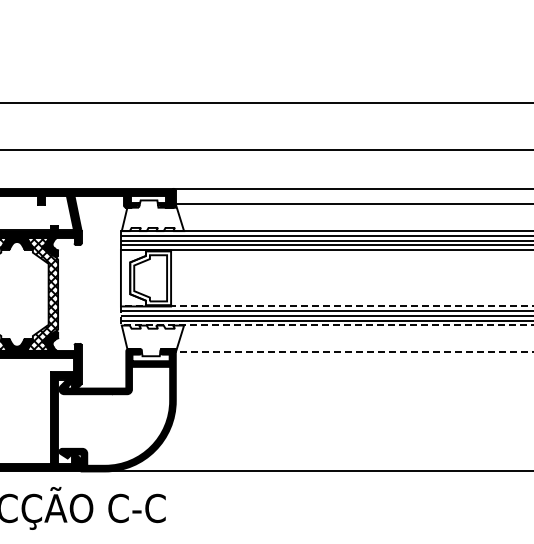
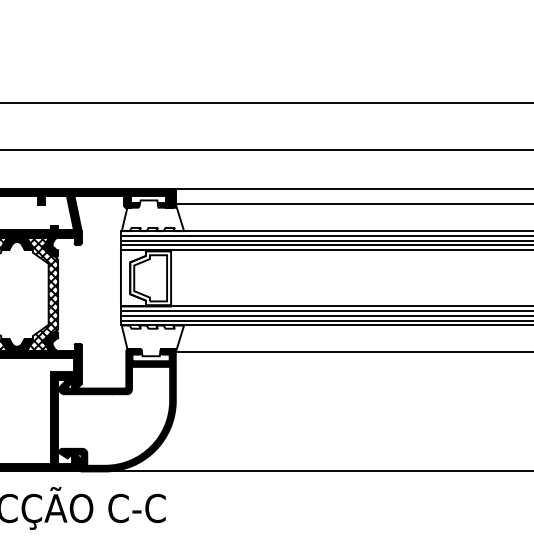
line at (120, 316): dashed -> solid
line at (354, 352): dashed -> solid
